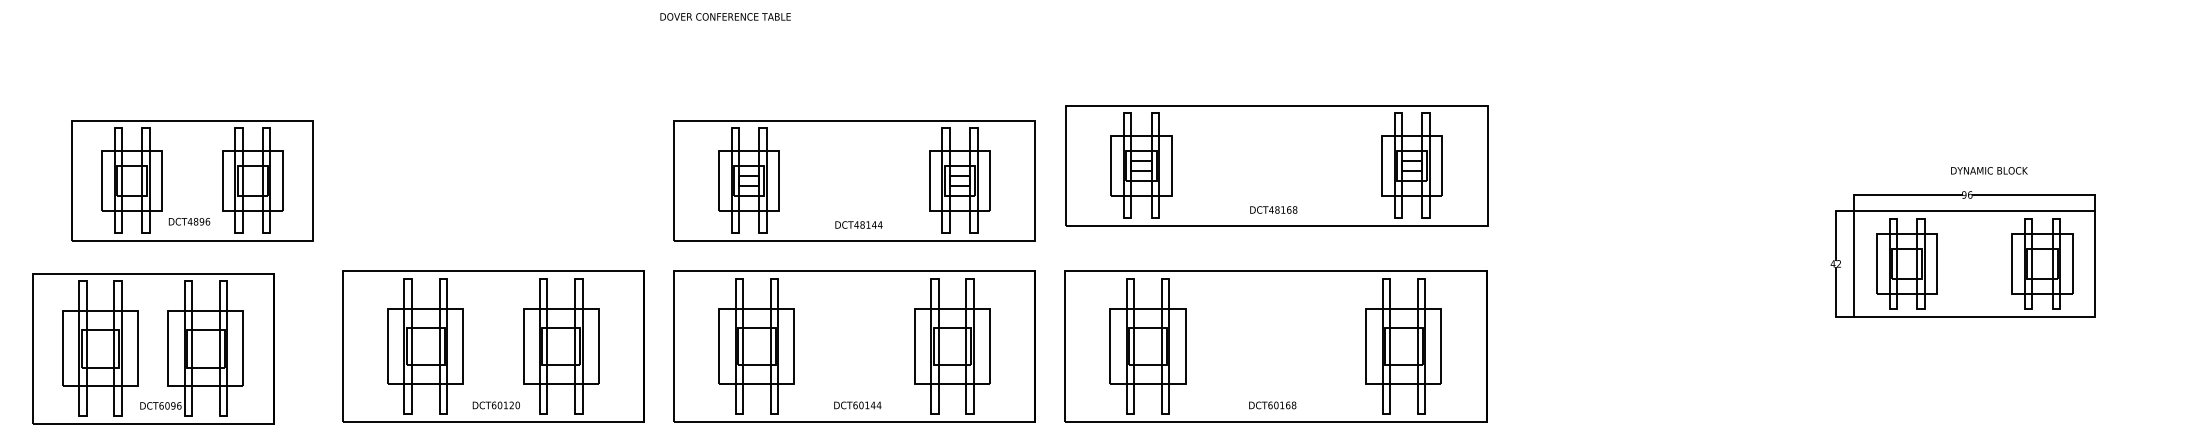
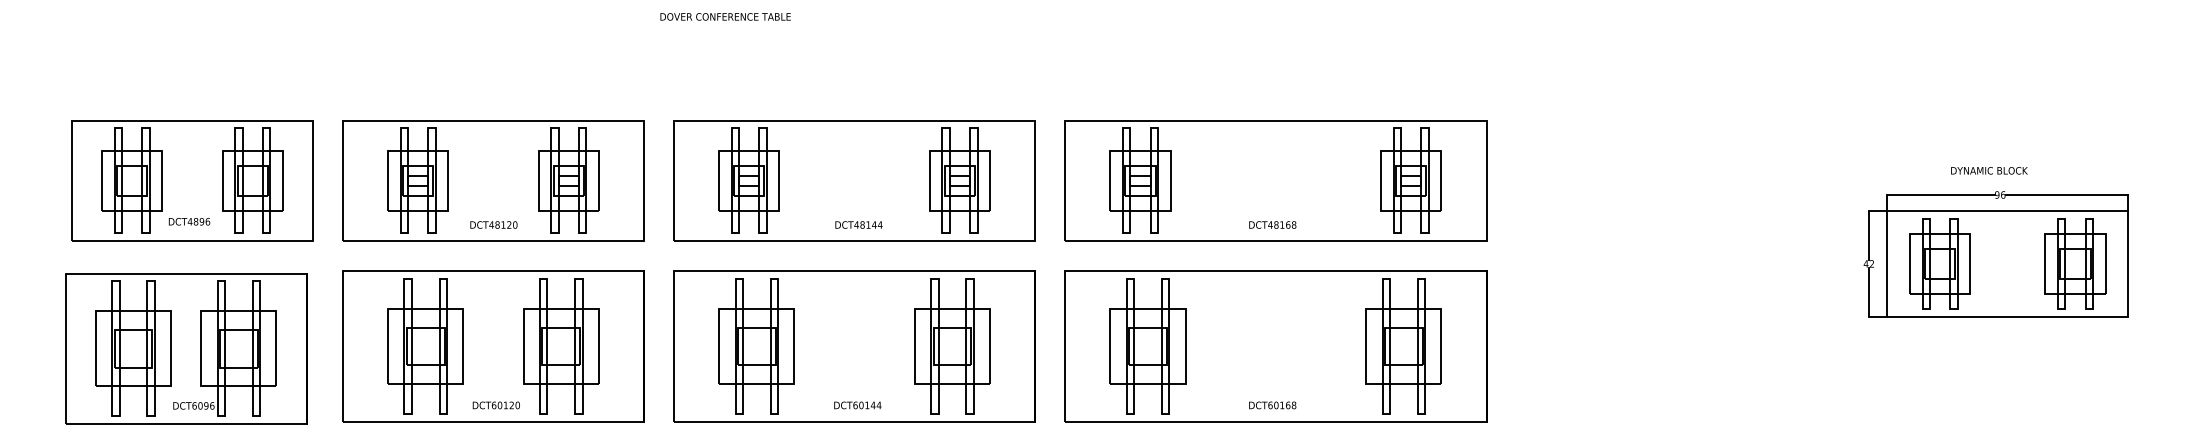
part at (1276, 165) position: (1276, 165) -> (1275, 180)
part at (493, 180): none -> present
part at (1962, 254) position: (1962, 254) -> (1995, 254)
part at (153, 348) position: (153, 348) -> (186, 348)
